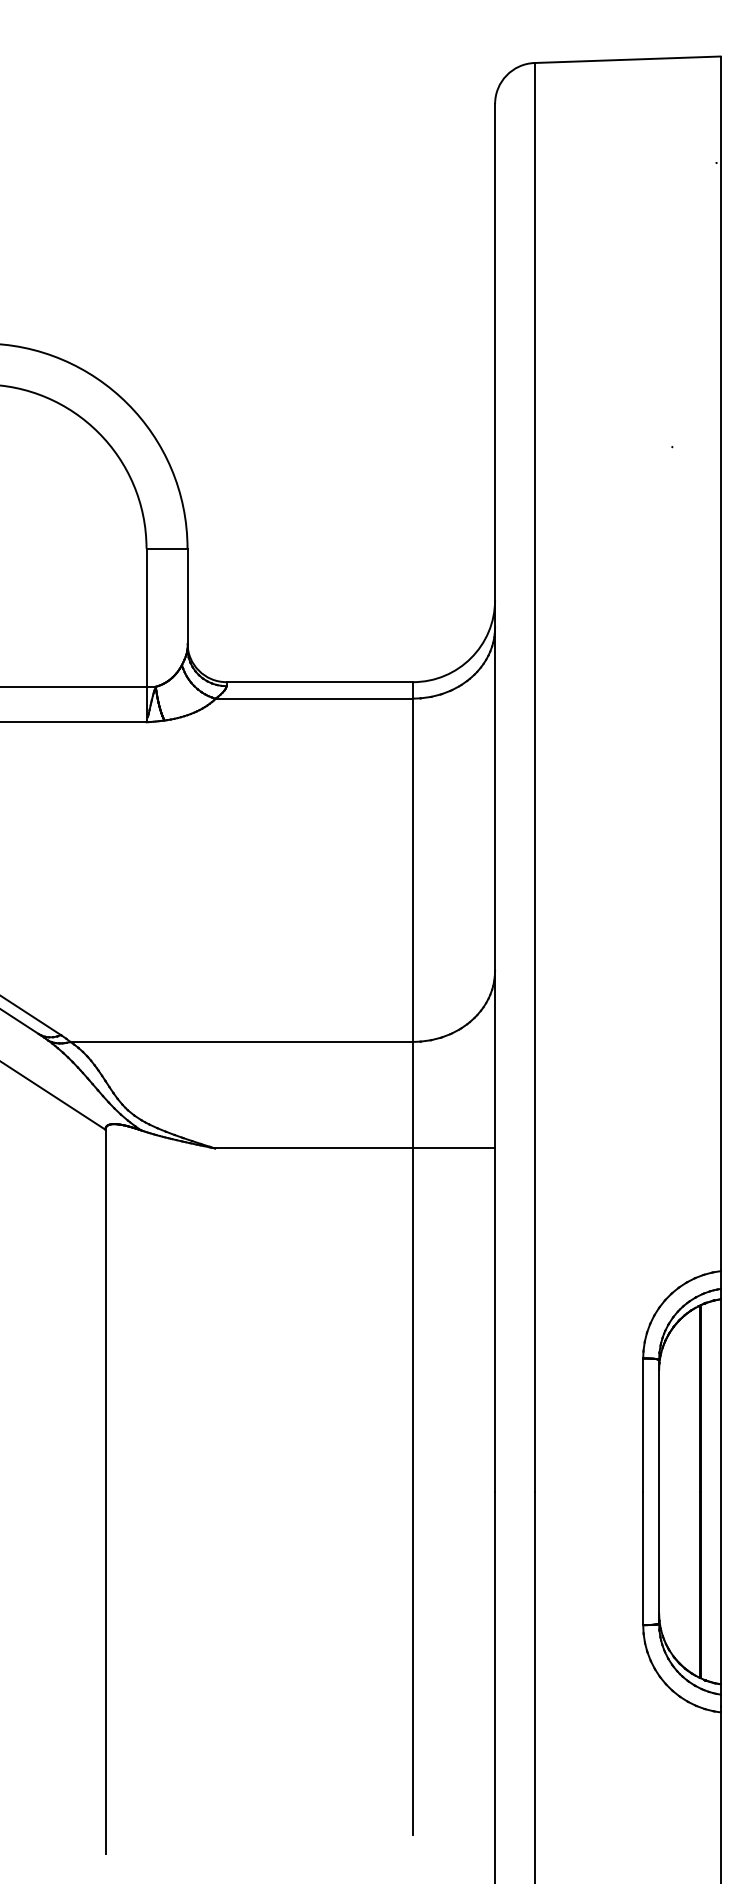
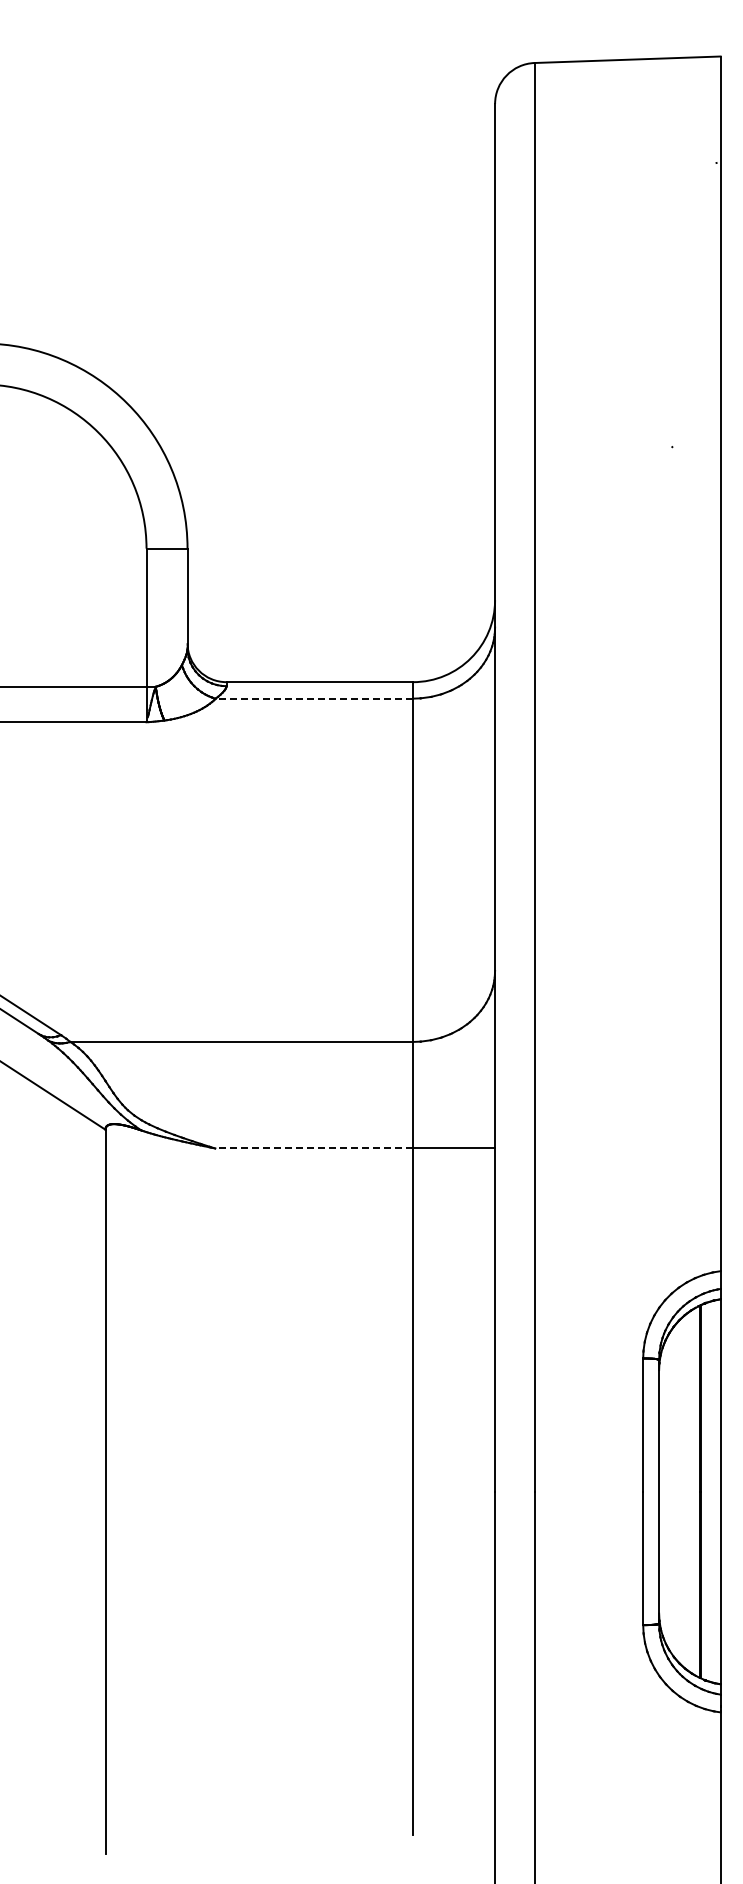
line at (314, 698): solid -> dashed
line at (314, 1148): solid -> dashed
